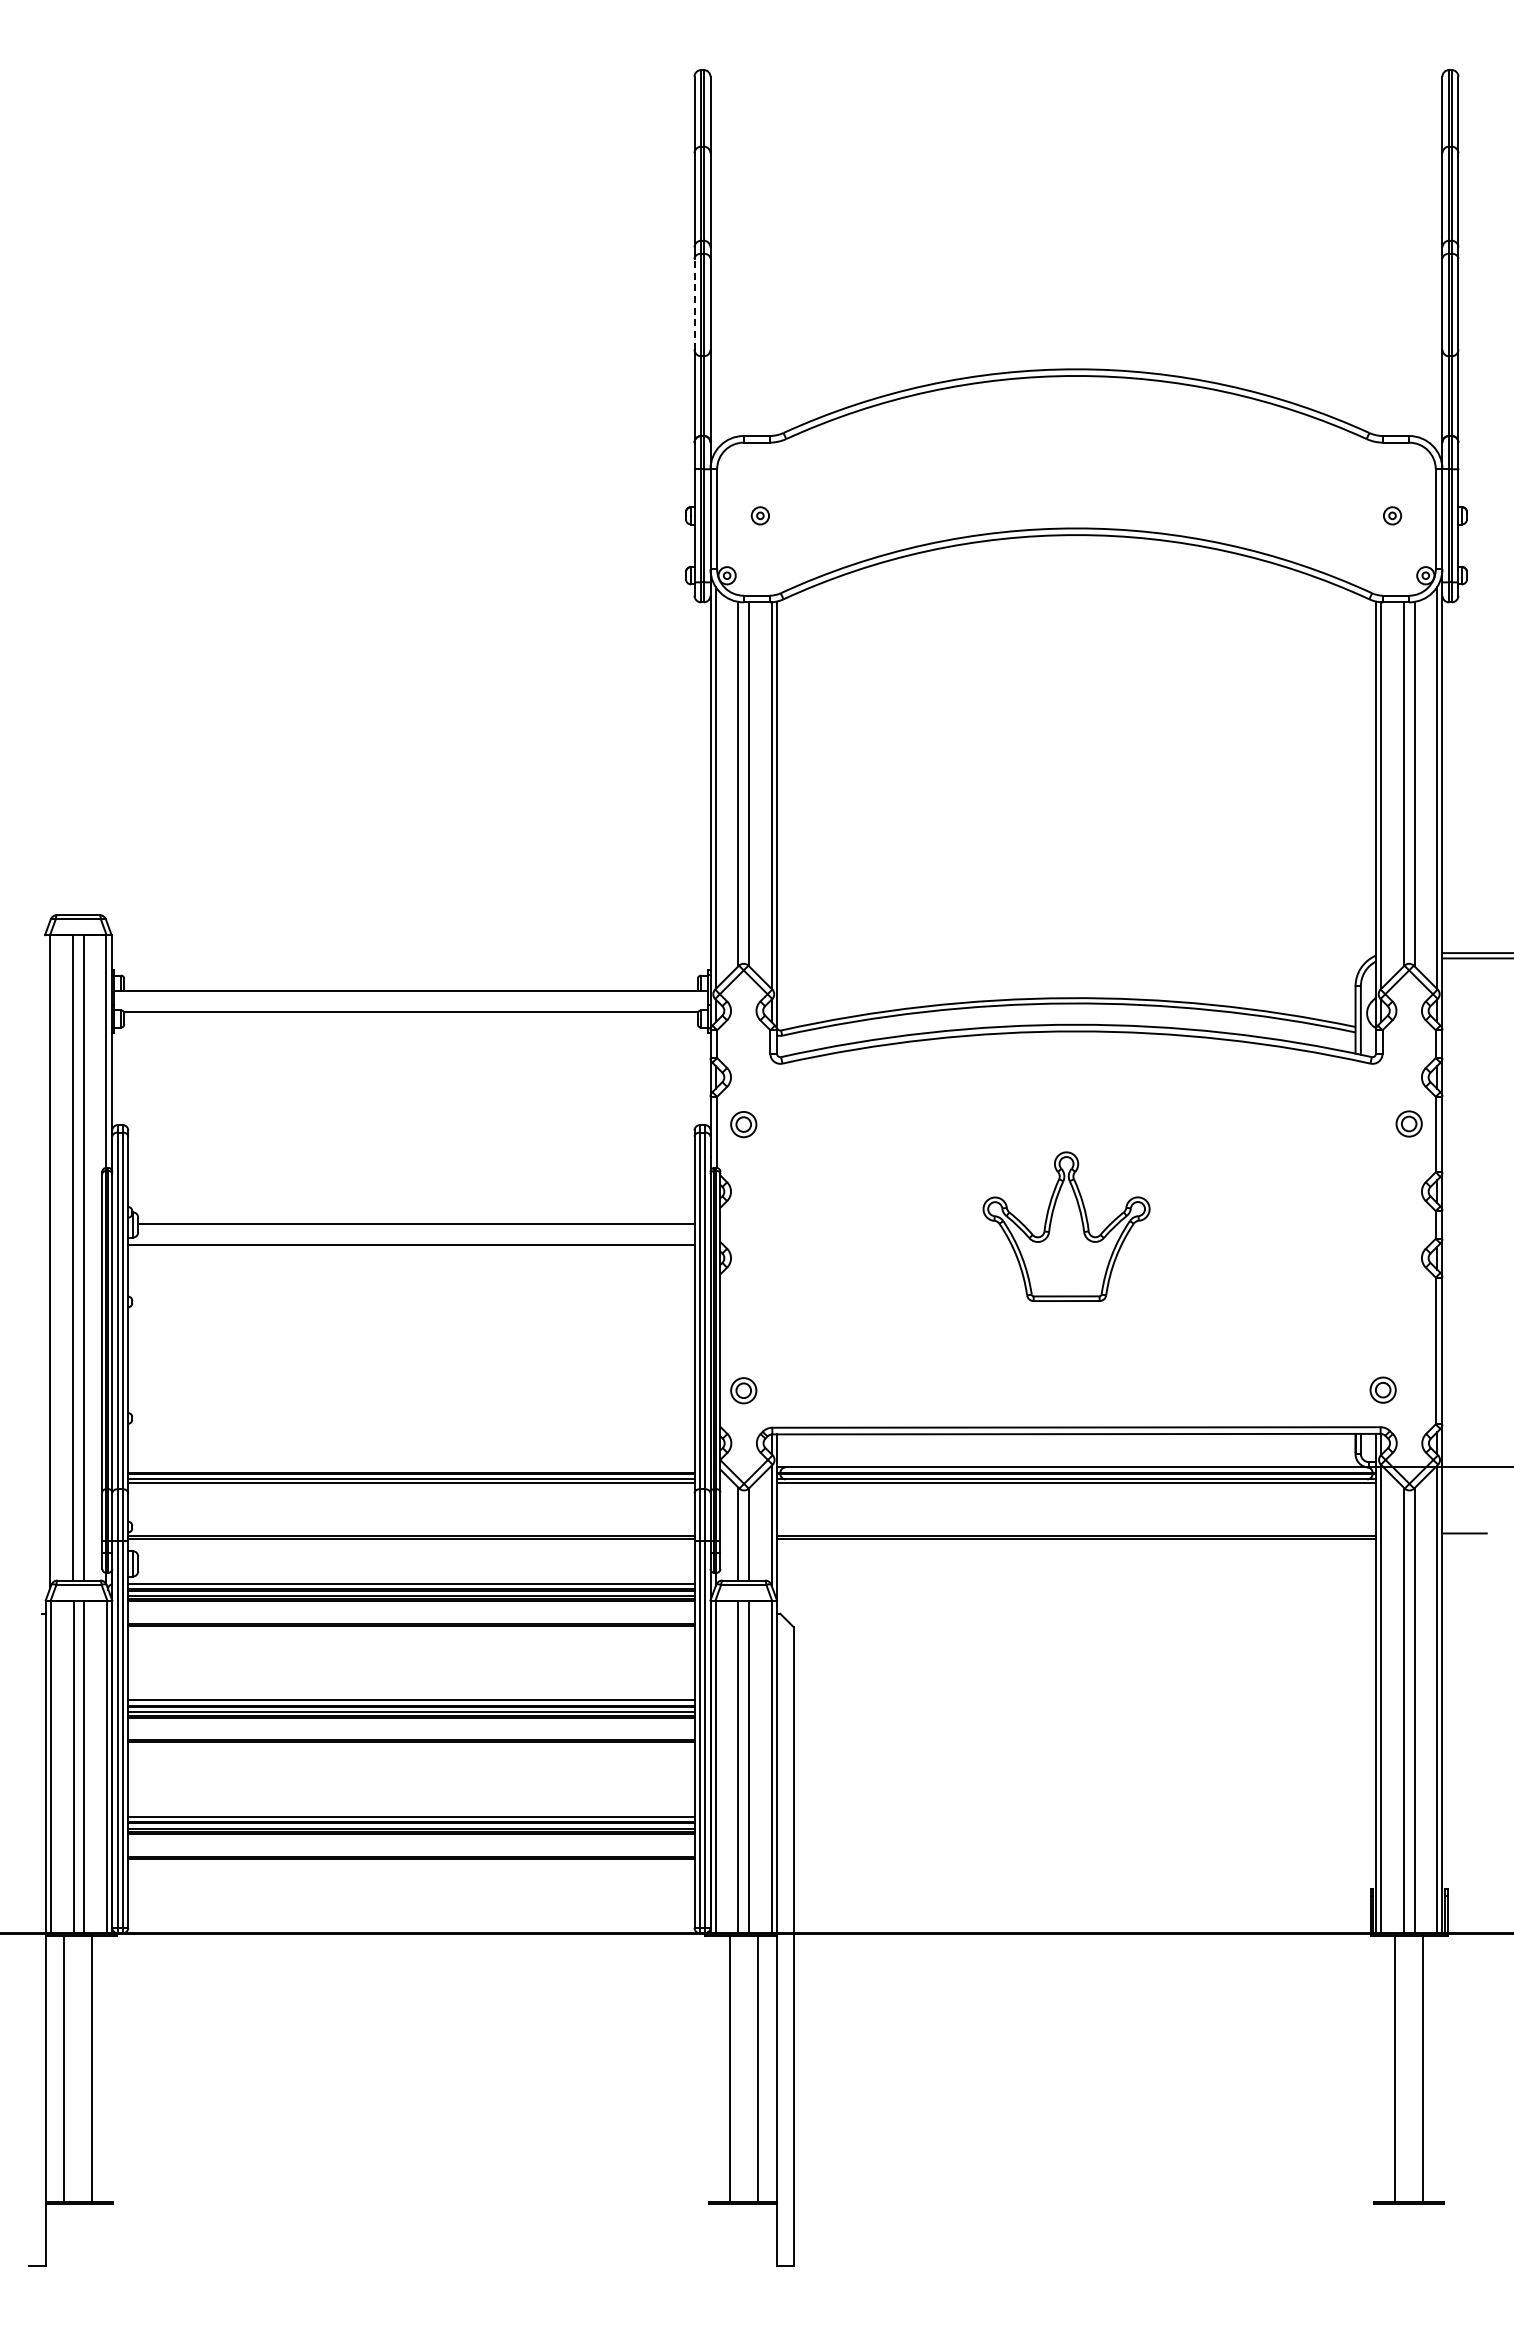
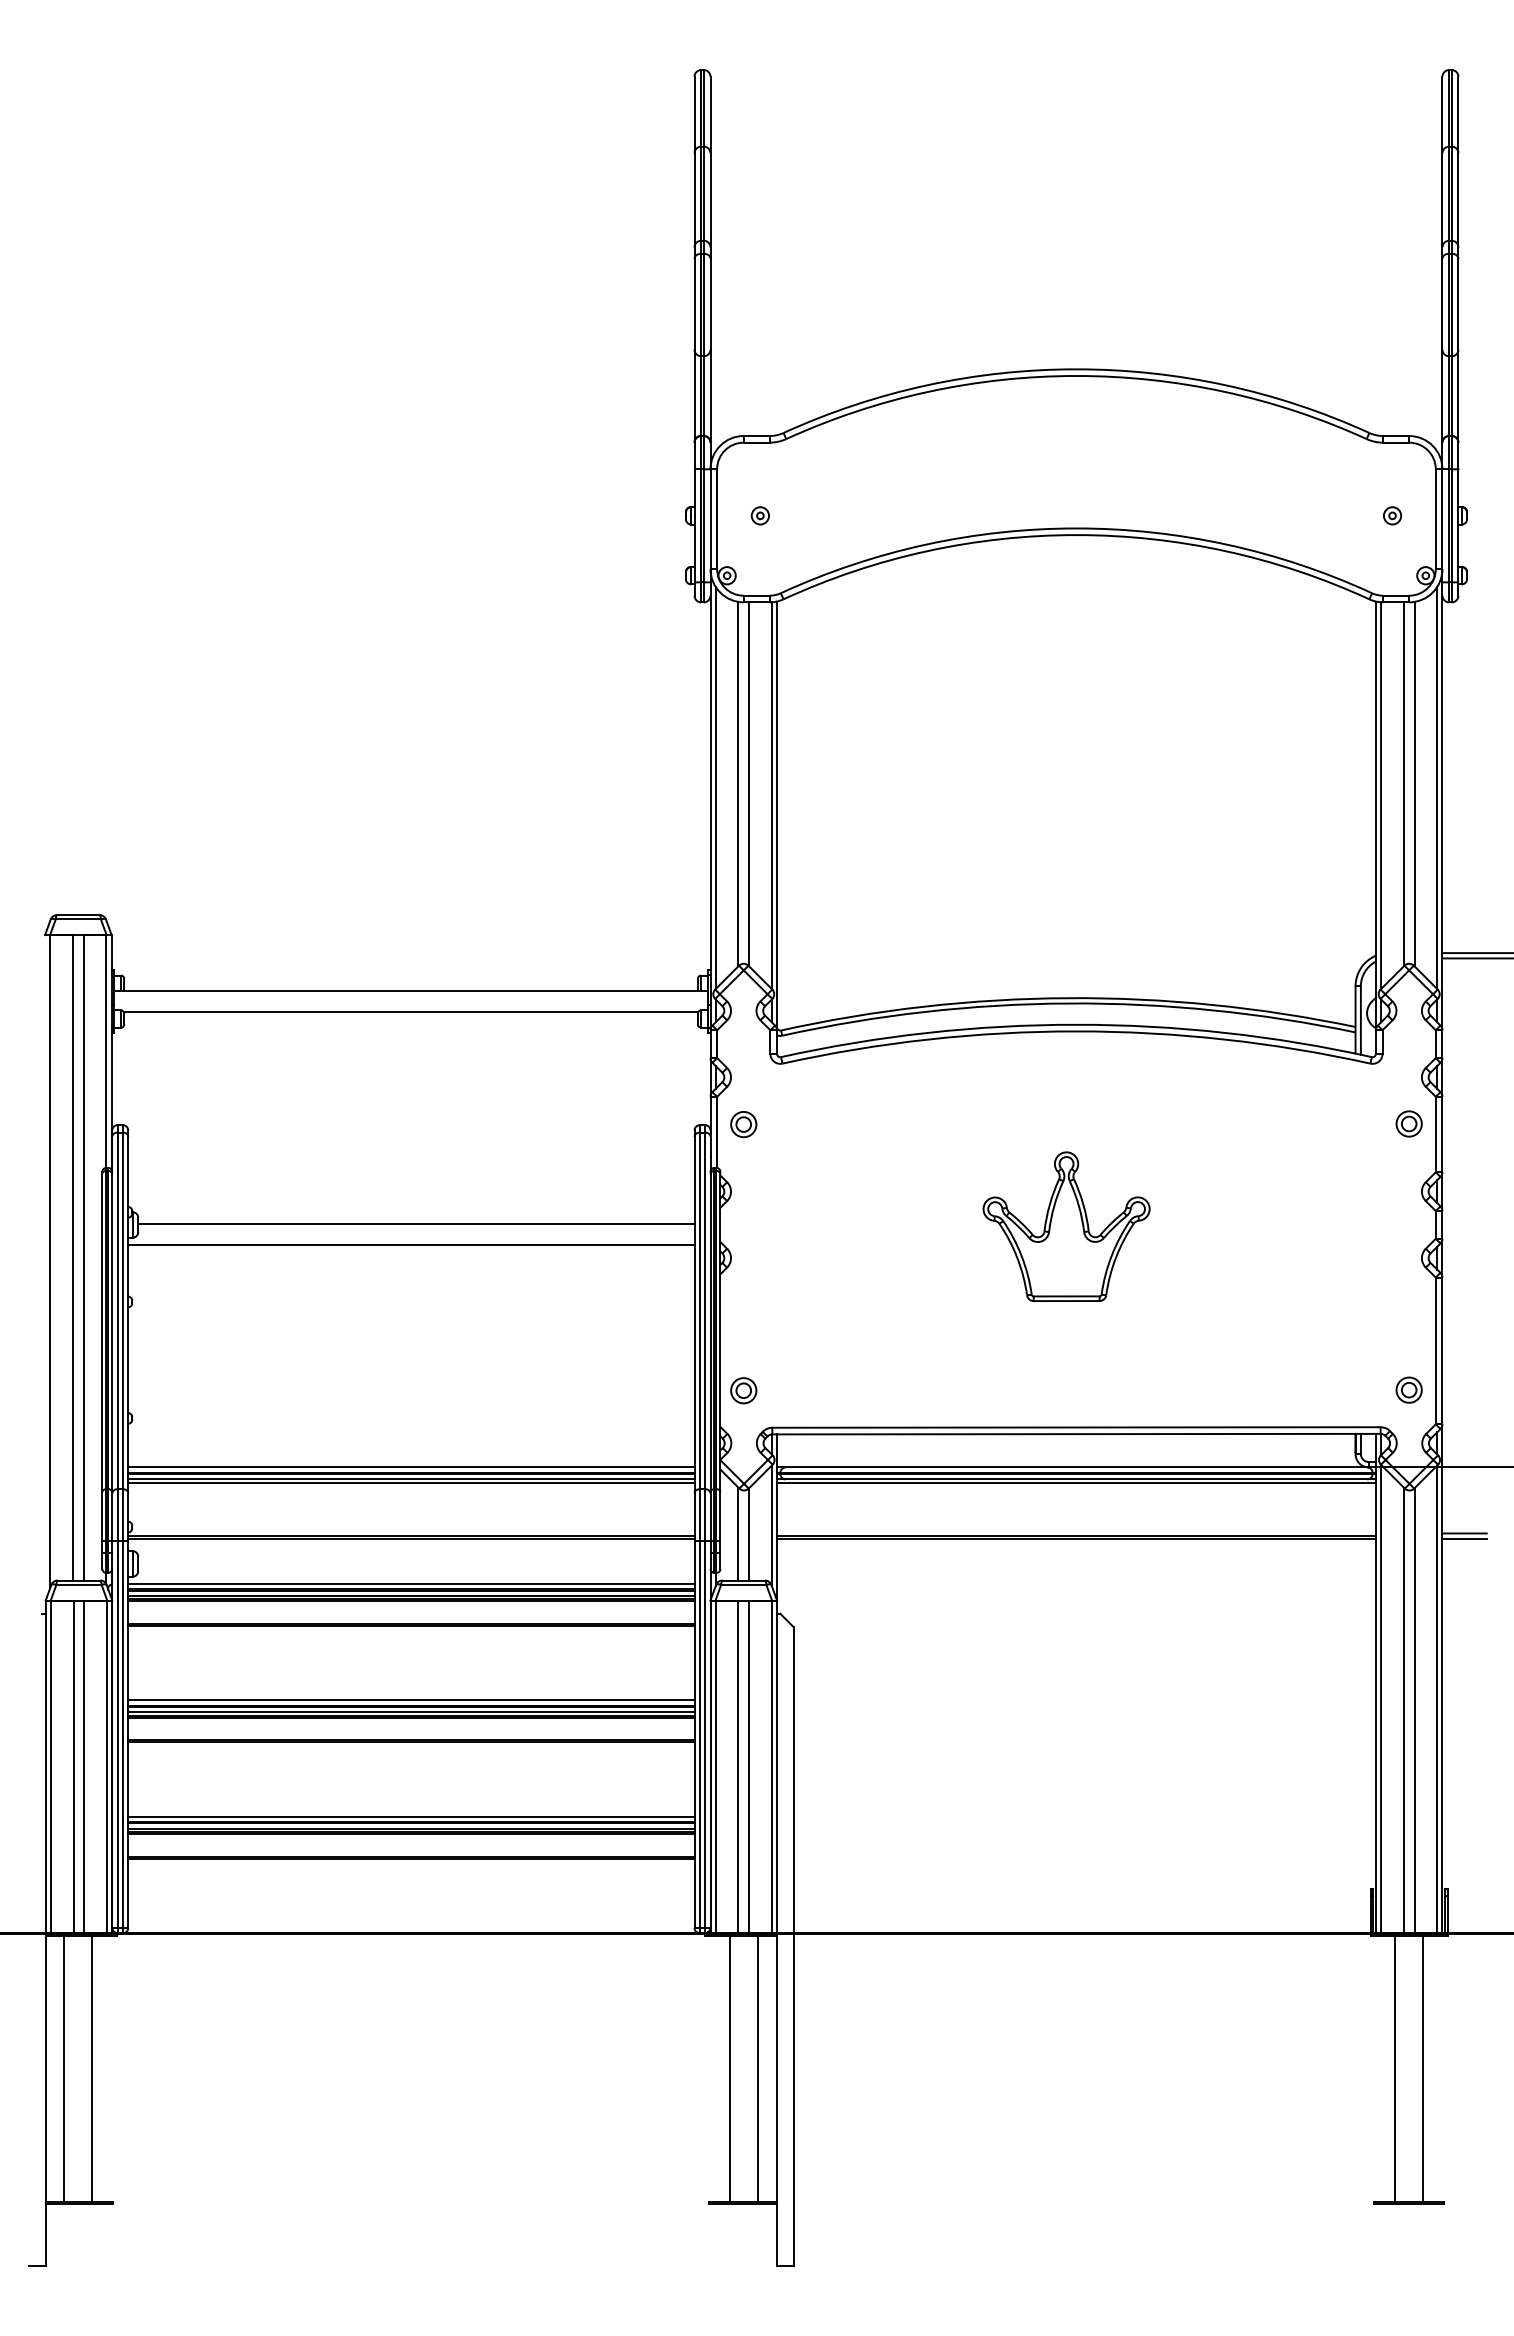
line at (694, 303): dashed -> solid
part at (1382, 1389) position: (1382, 1389) -> (1408, 1389)
line at (411, 1467): none -> present
line at (1464, 1538): none -> present
